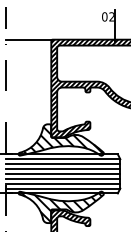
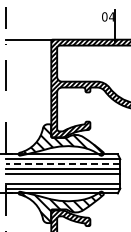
text at (111, 16): 02 -> 04
line at (62, 164): solid -> dashed
line at (62, 178): present -> none
